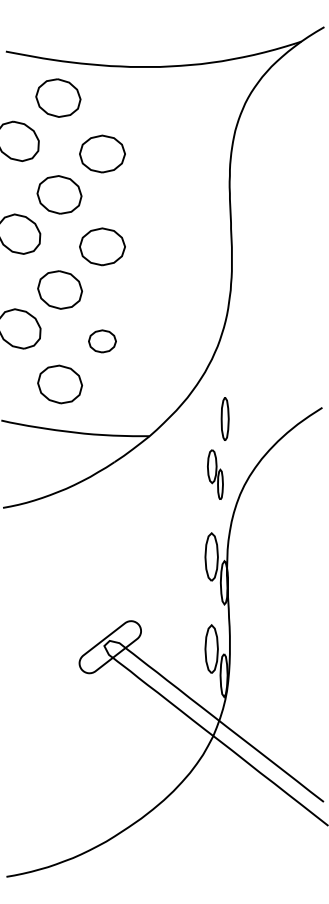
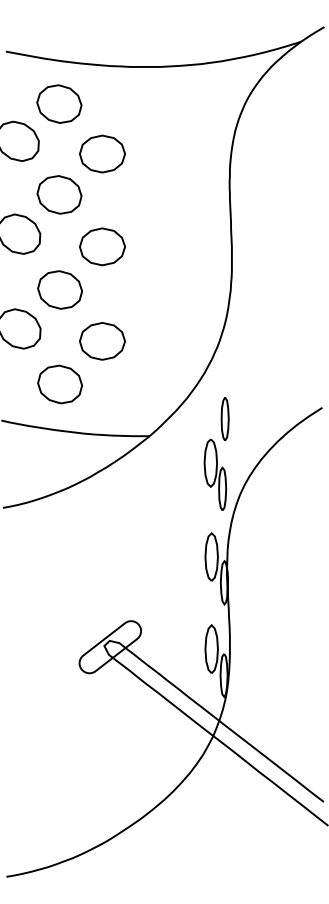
part at (58, 97) position: (58, 97) -> (59, 103)
part at (102, 341) size: 29x25 px -> 47x39 px
part at (215, 474) size: 17x51 px -> 25x73 px
